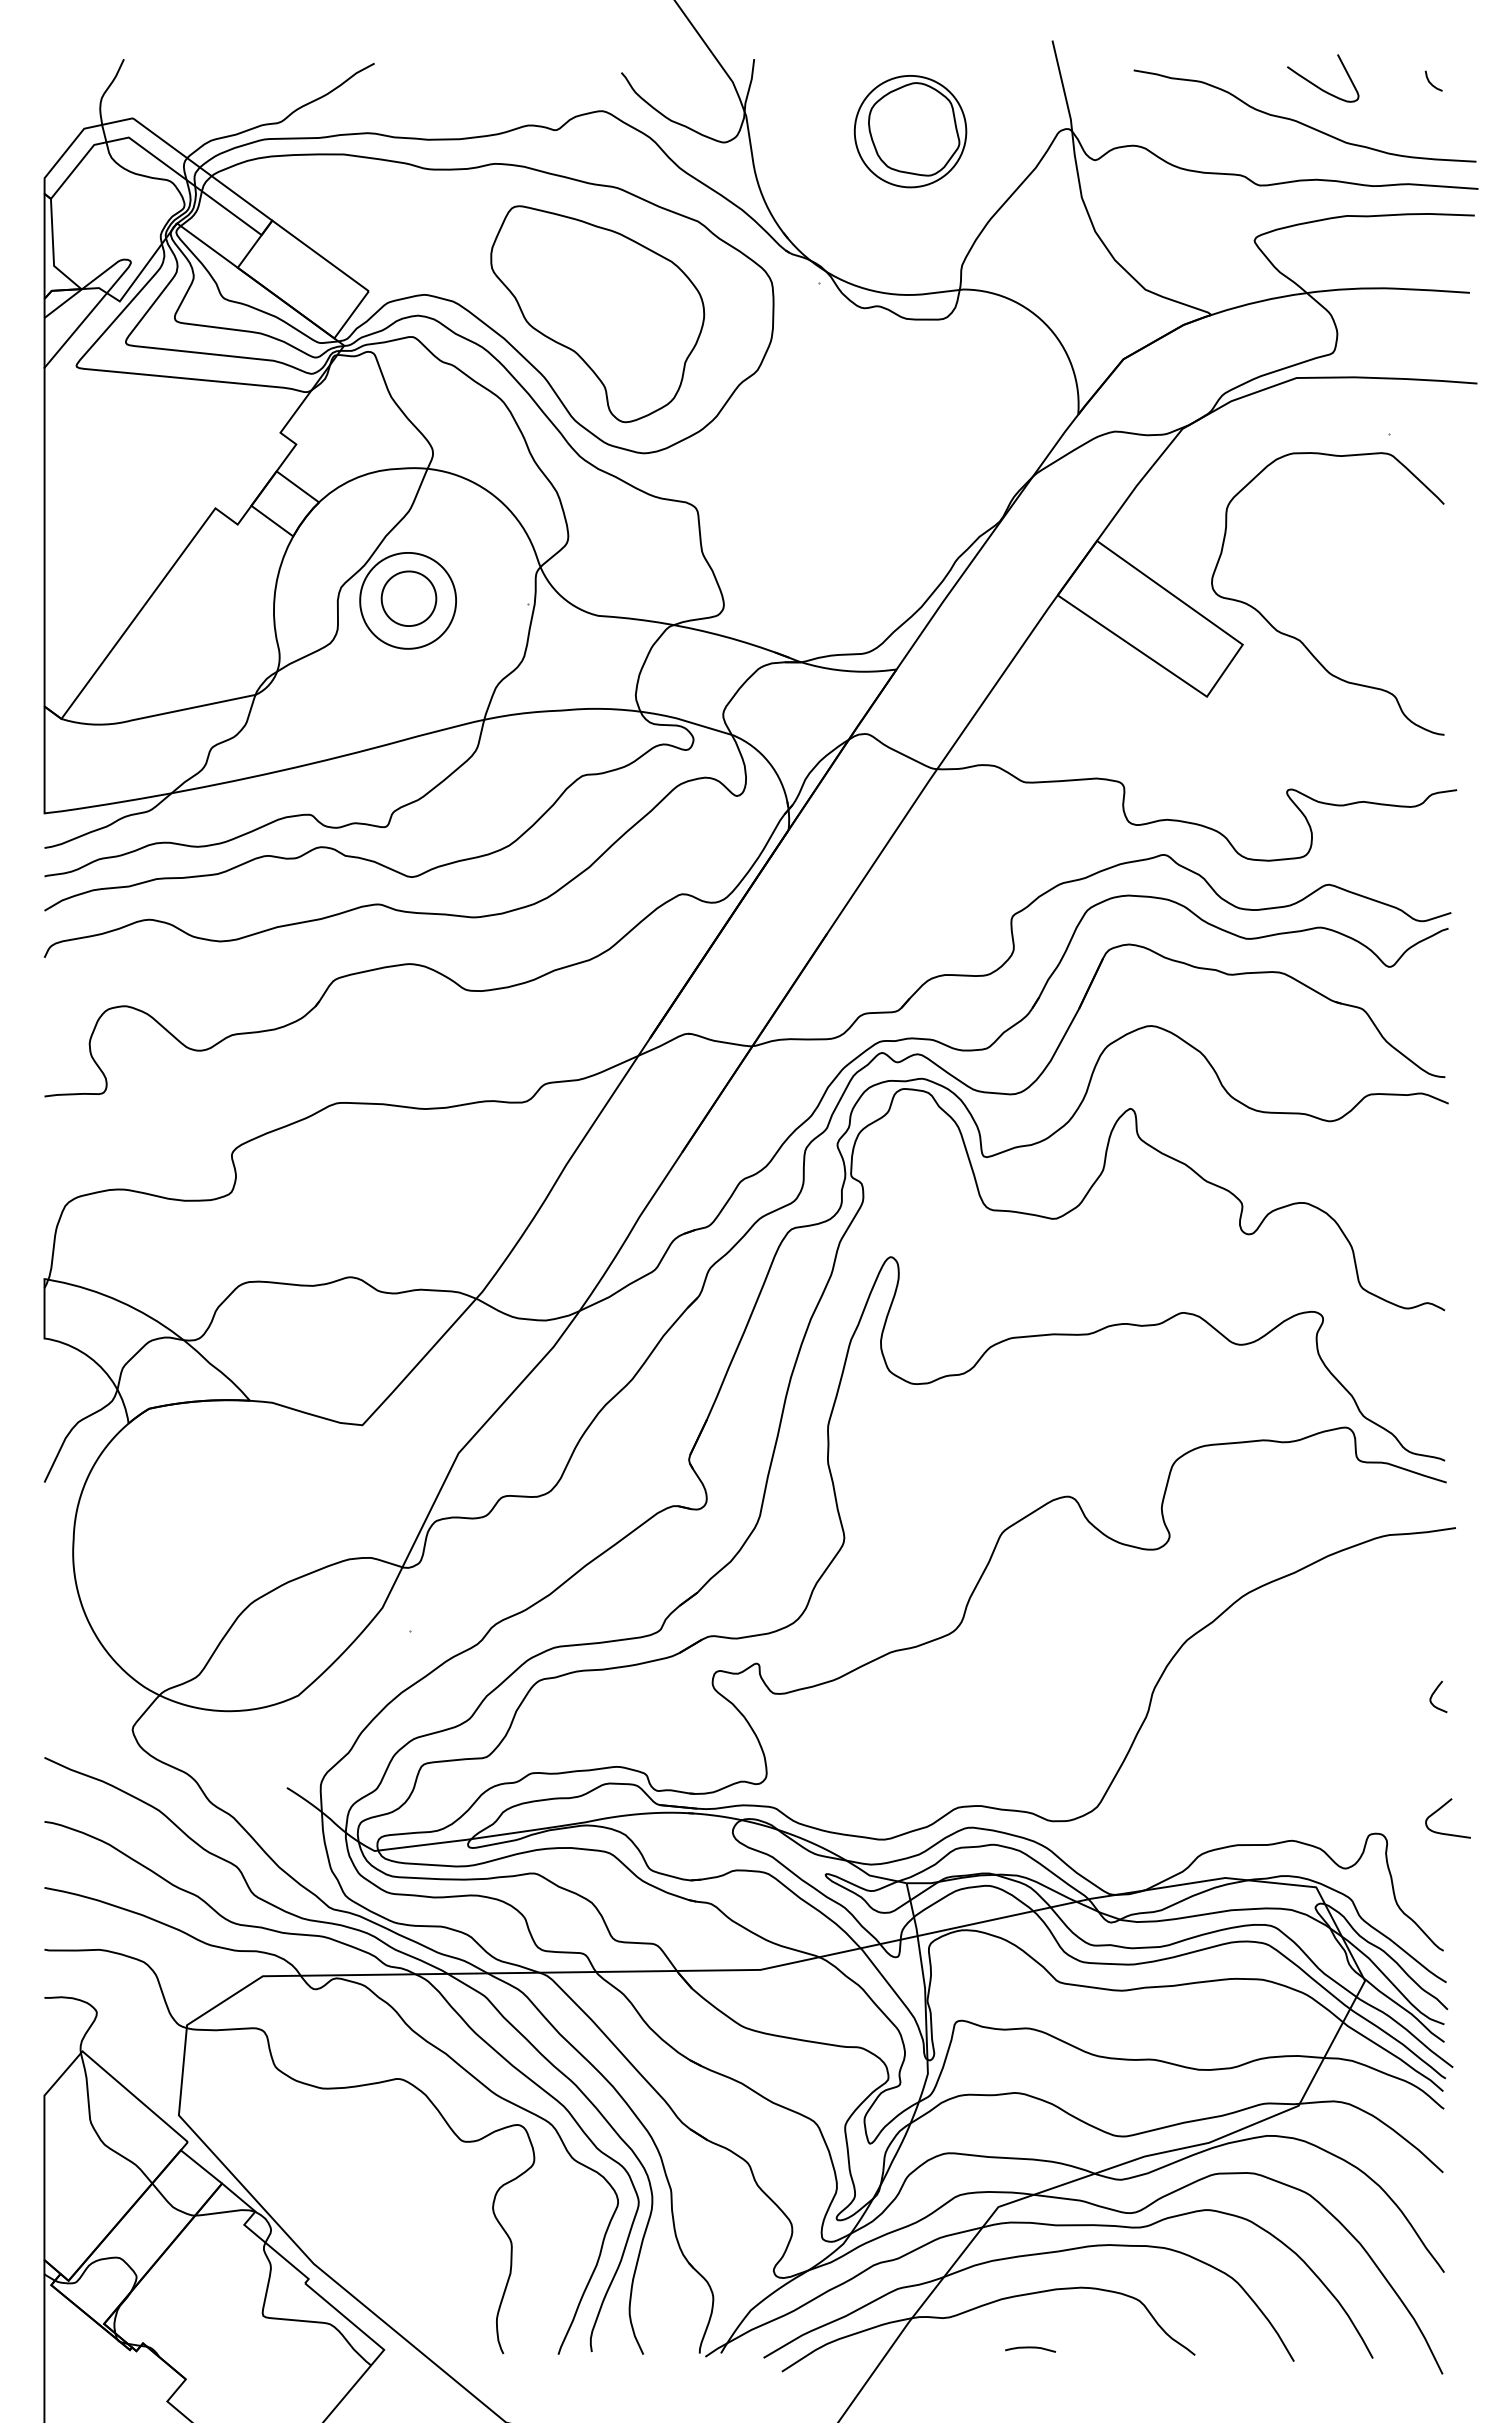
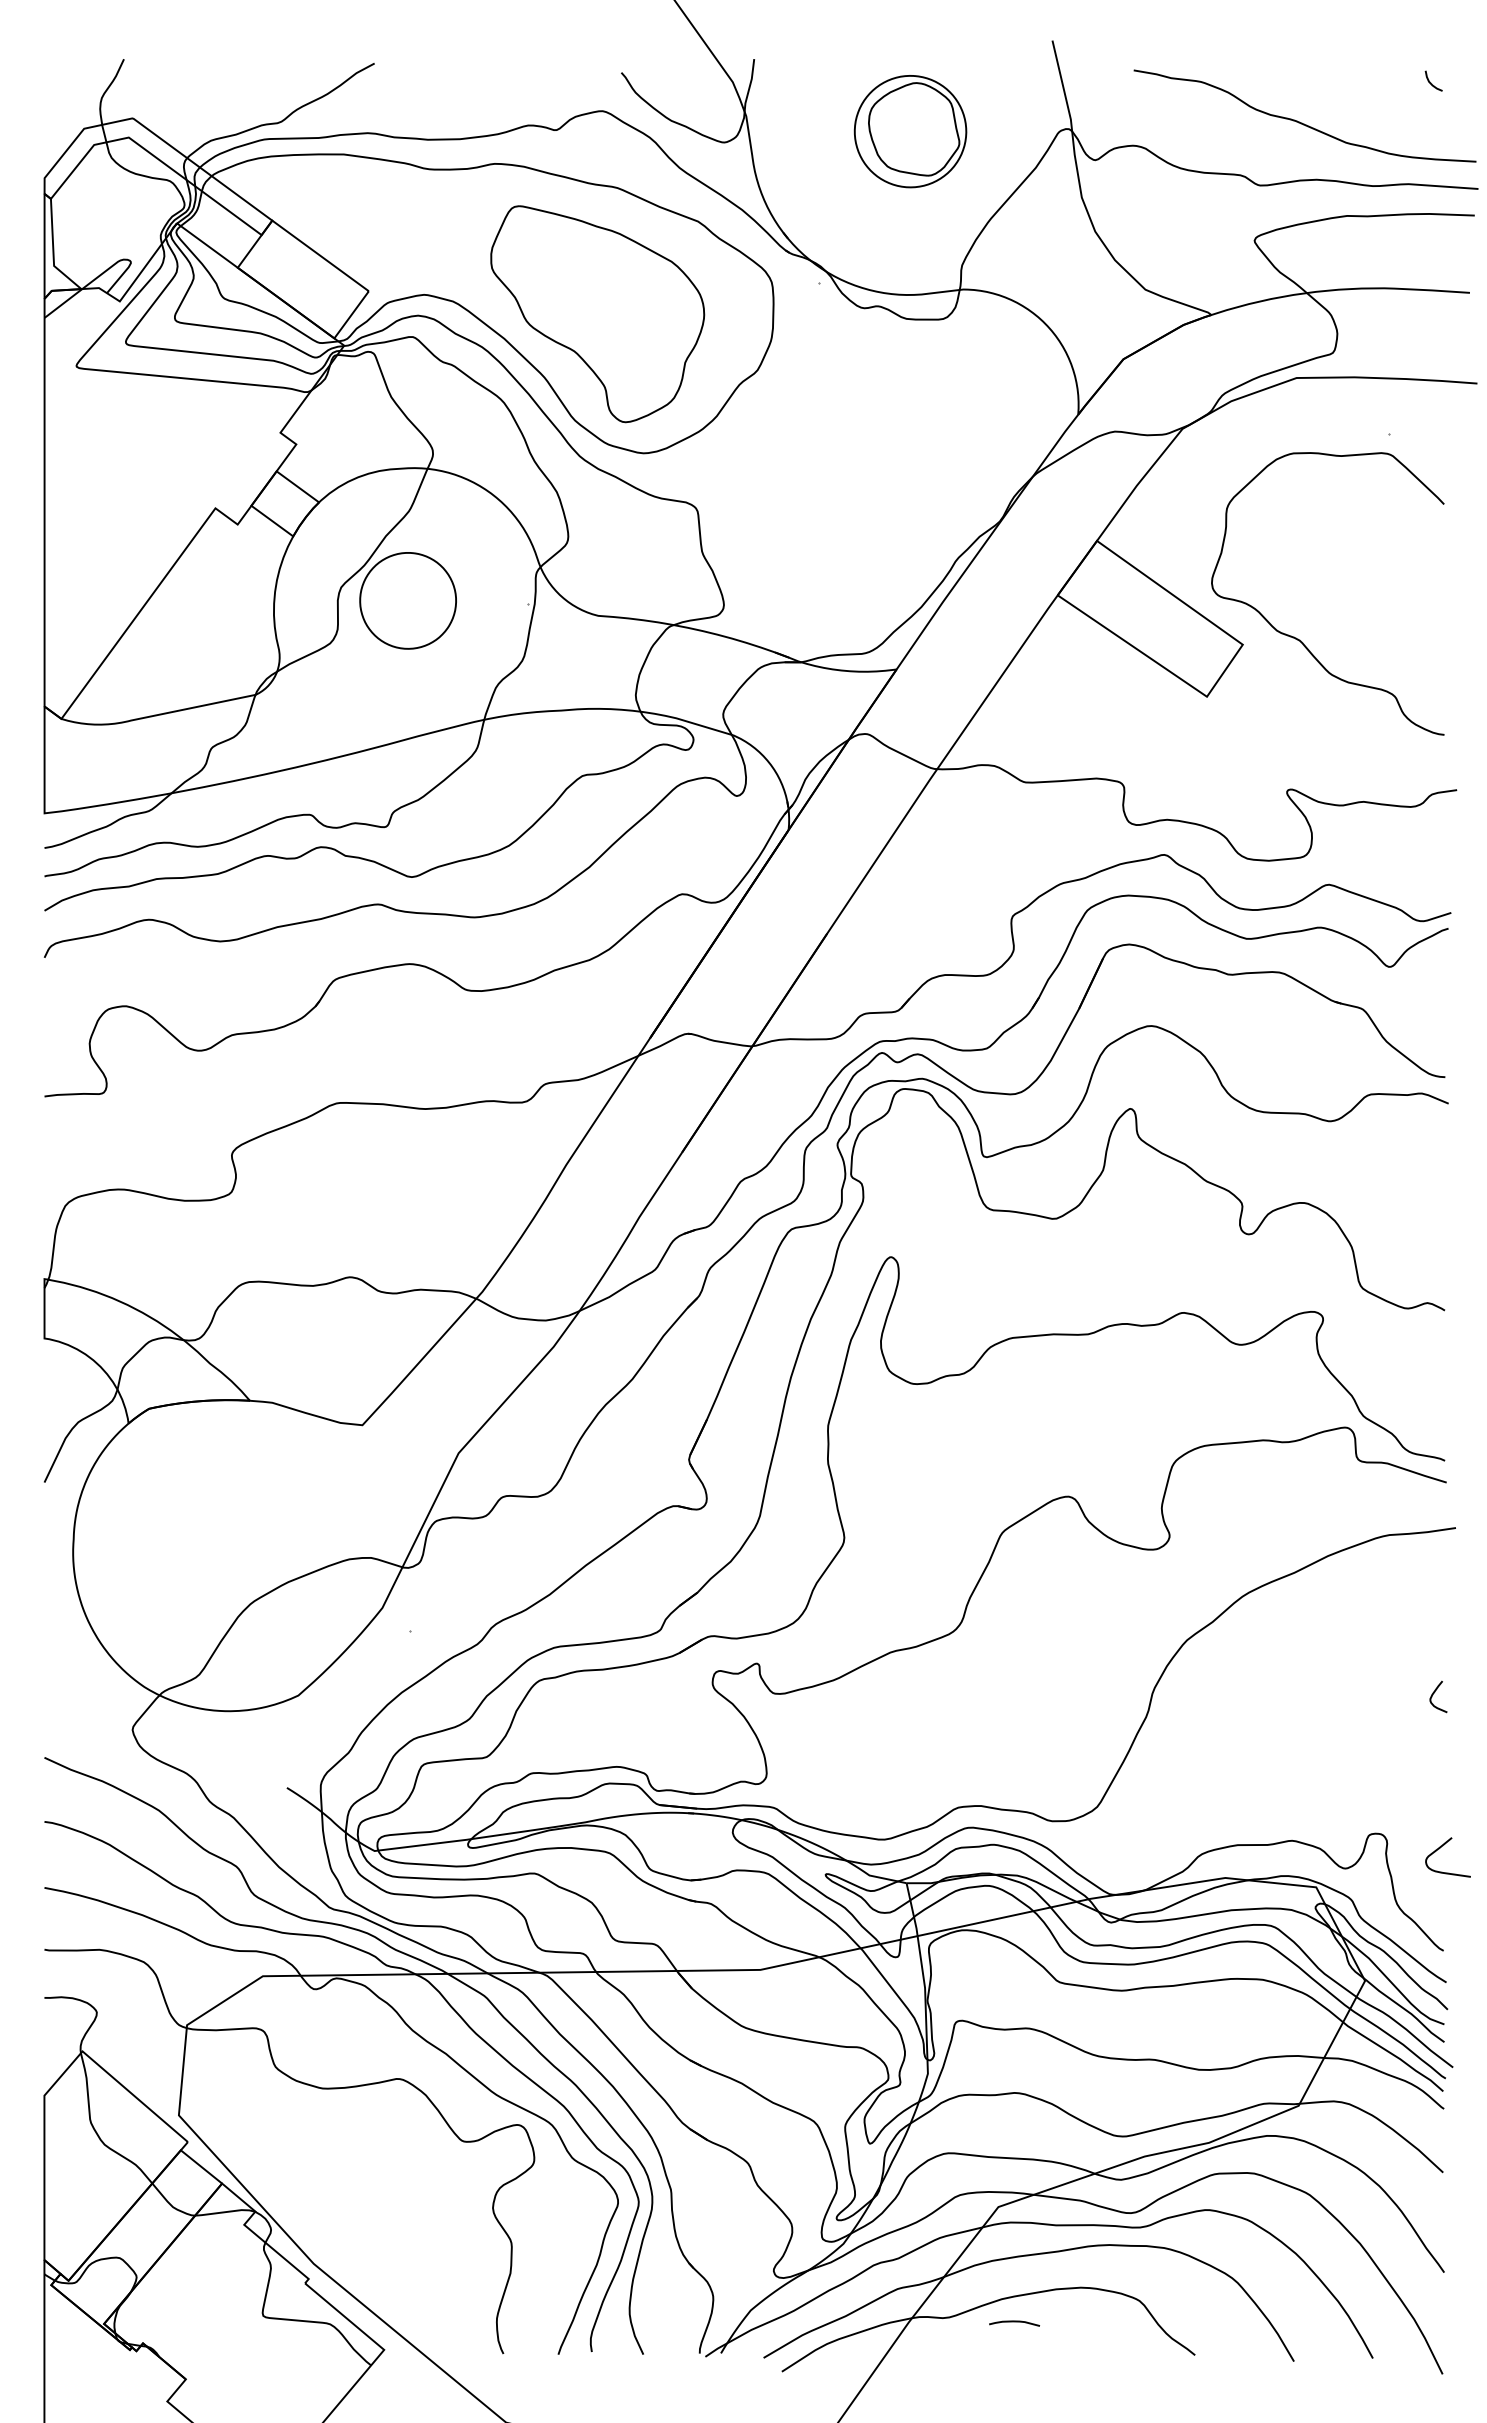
curve at (1317, 85): present -> none
line at (75, 330): present -> none
part at (408, 598): present -> none
curve at (1439, 1810) position: (1439, 1810) -> (1439, 1849)
curve at (1030, 2348) position: (1030, 2348) -> (1014, 2322)
